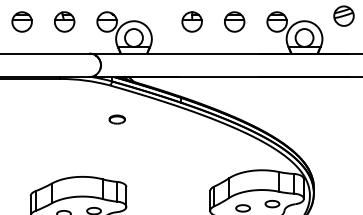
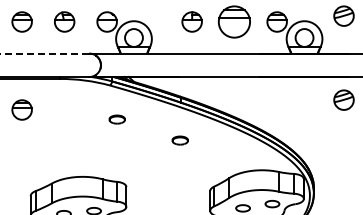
part at (234, 21) size: 22x22 px -> 34x34 px
line at (44, 53): solid -> dashed
part at (343, 99): none -> present
part at (21, 109): none -> present
part at (179, 140): none -> present
